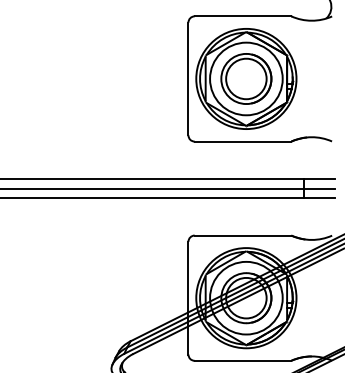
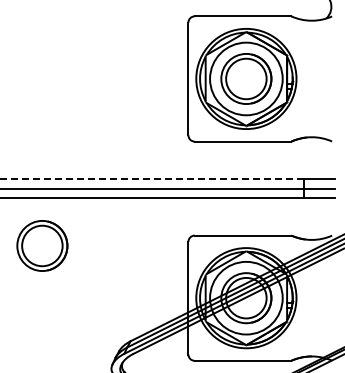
line at (152, 179): solid -> dashed
part at (42, 245): none -> present
